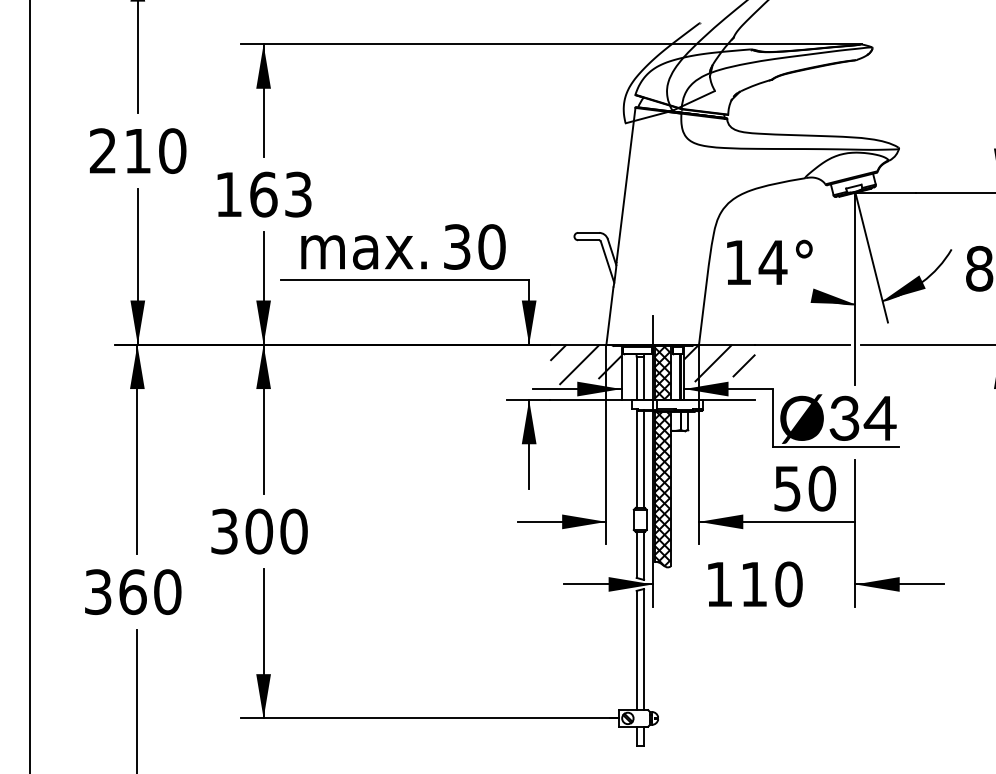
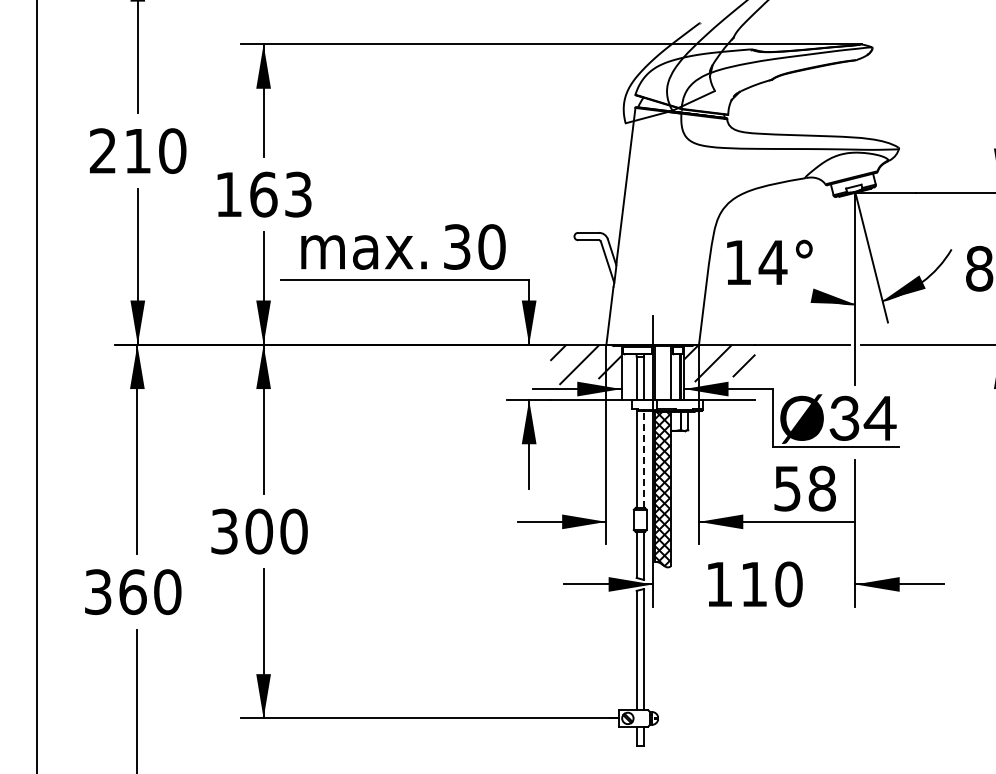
hatch at (662, 372): present -> none
line at (29, 386) position: (29, 386) -> (36, 386)
line at (644, 458): solid -> dashed
text at (822, 488): 50 -> 58
